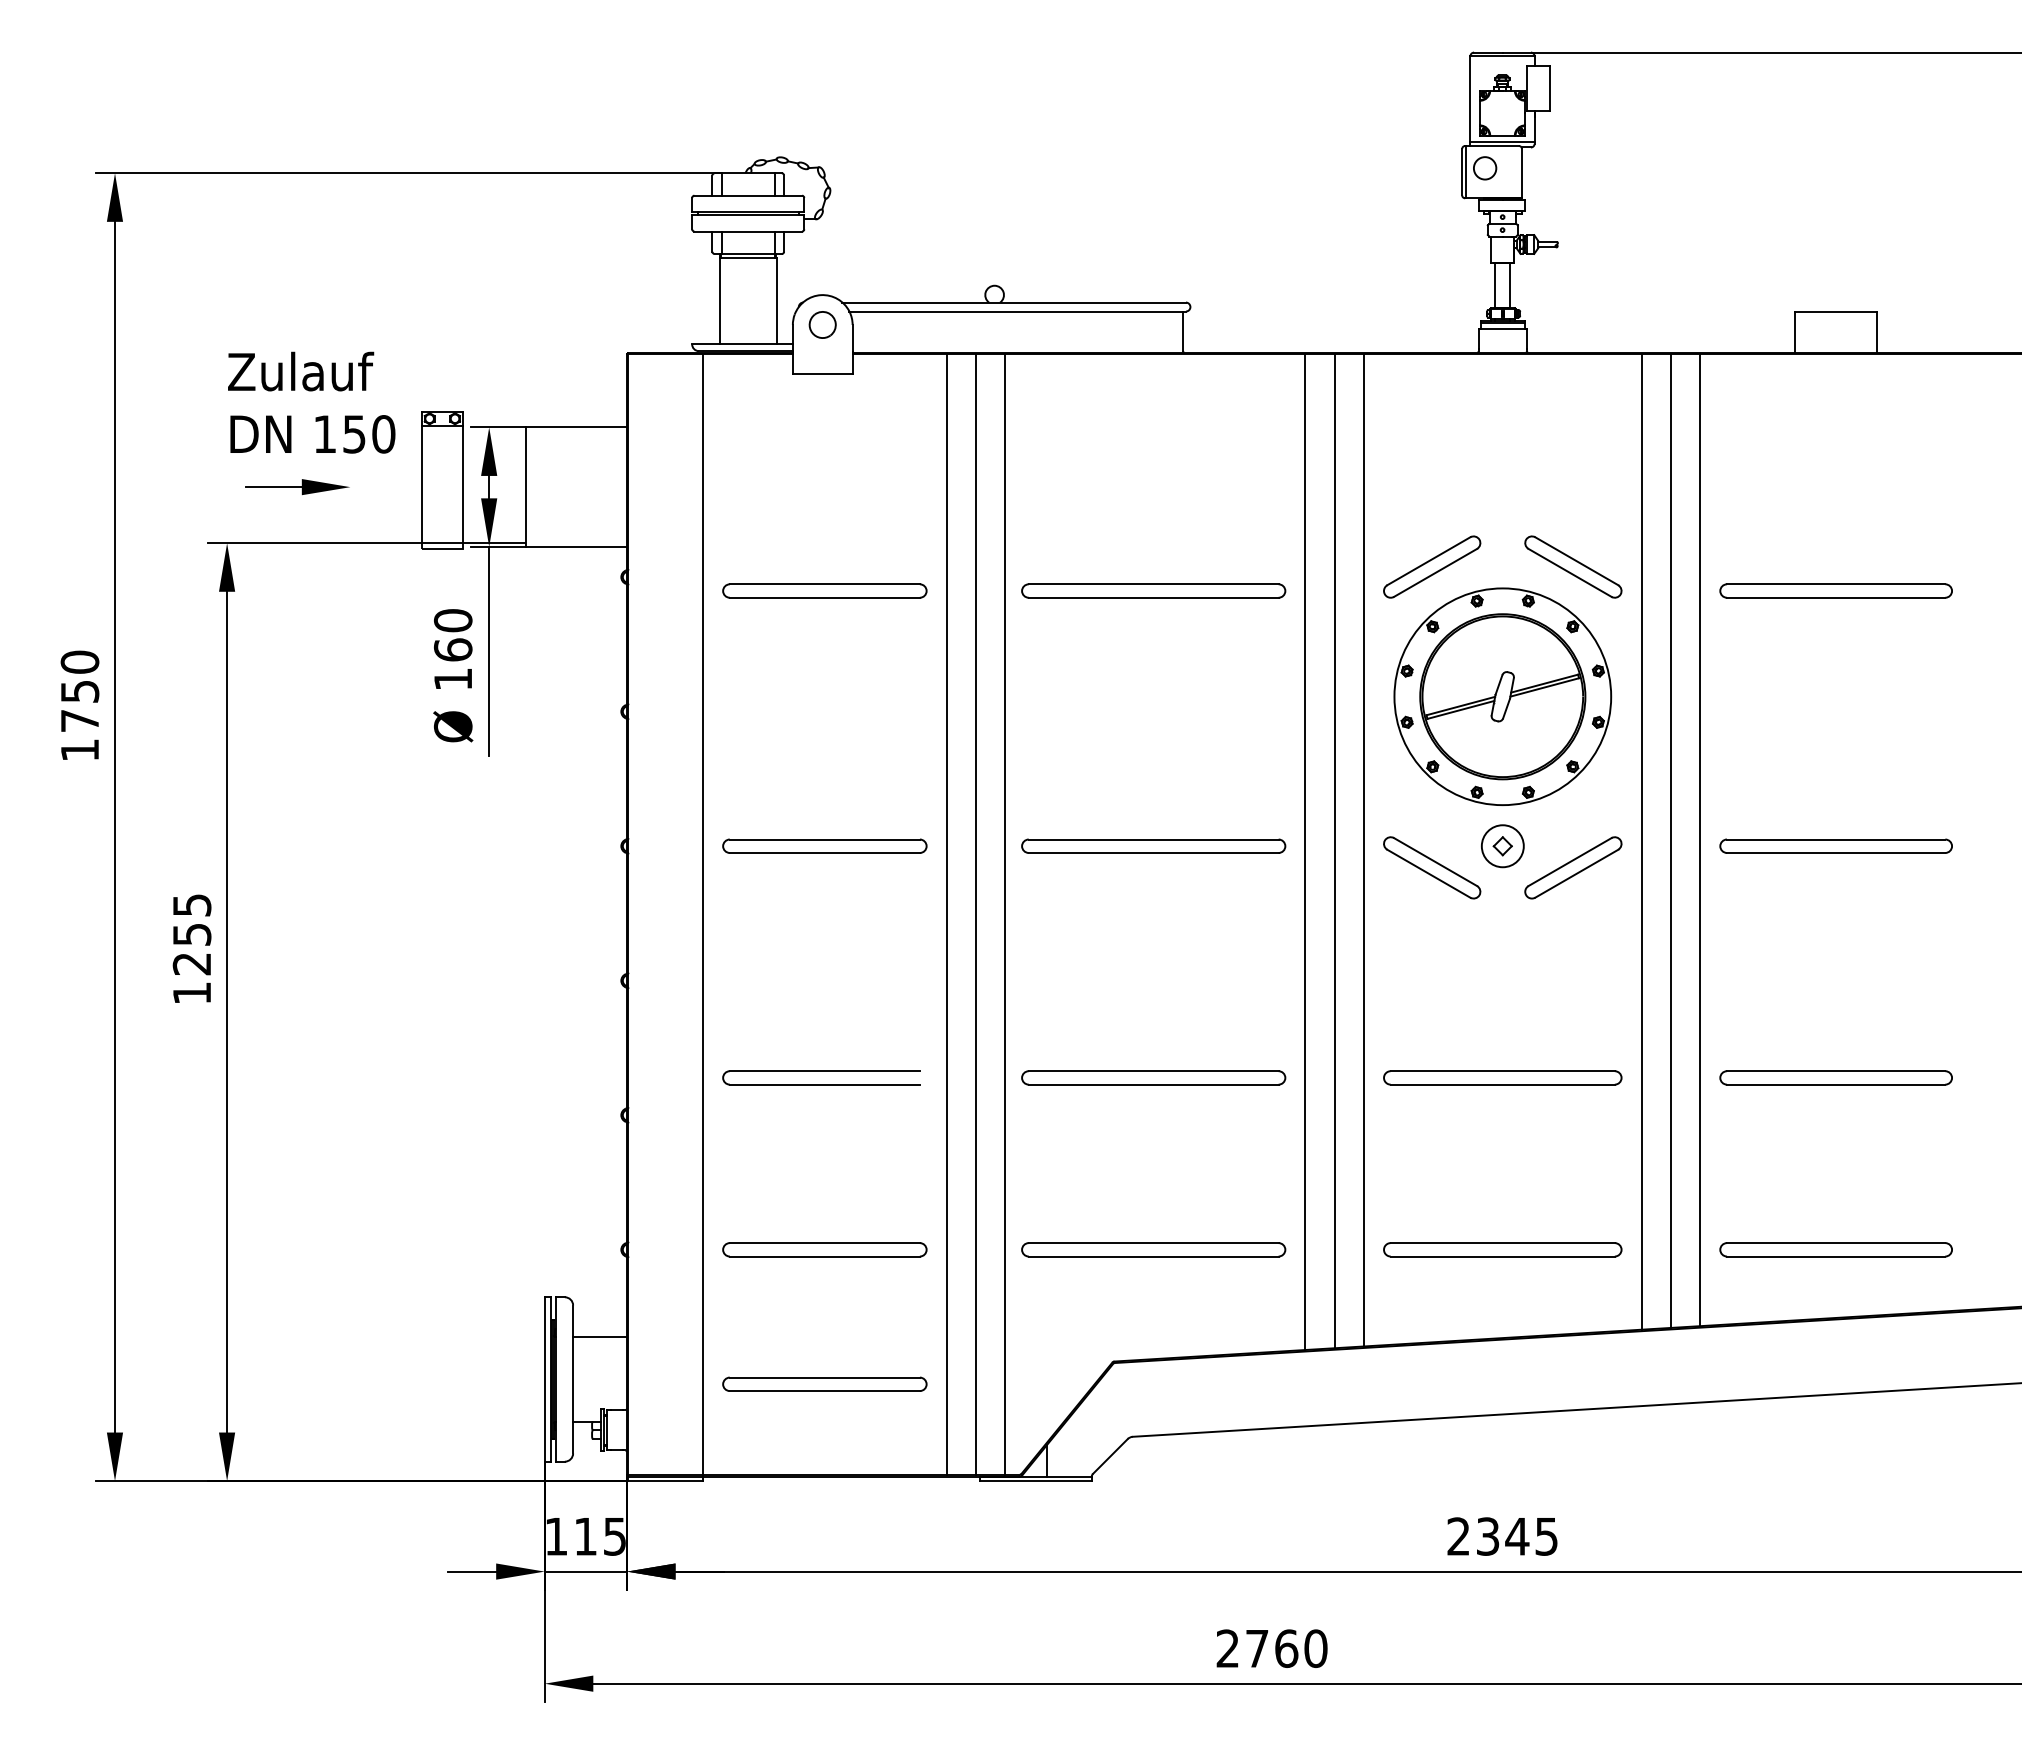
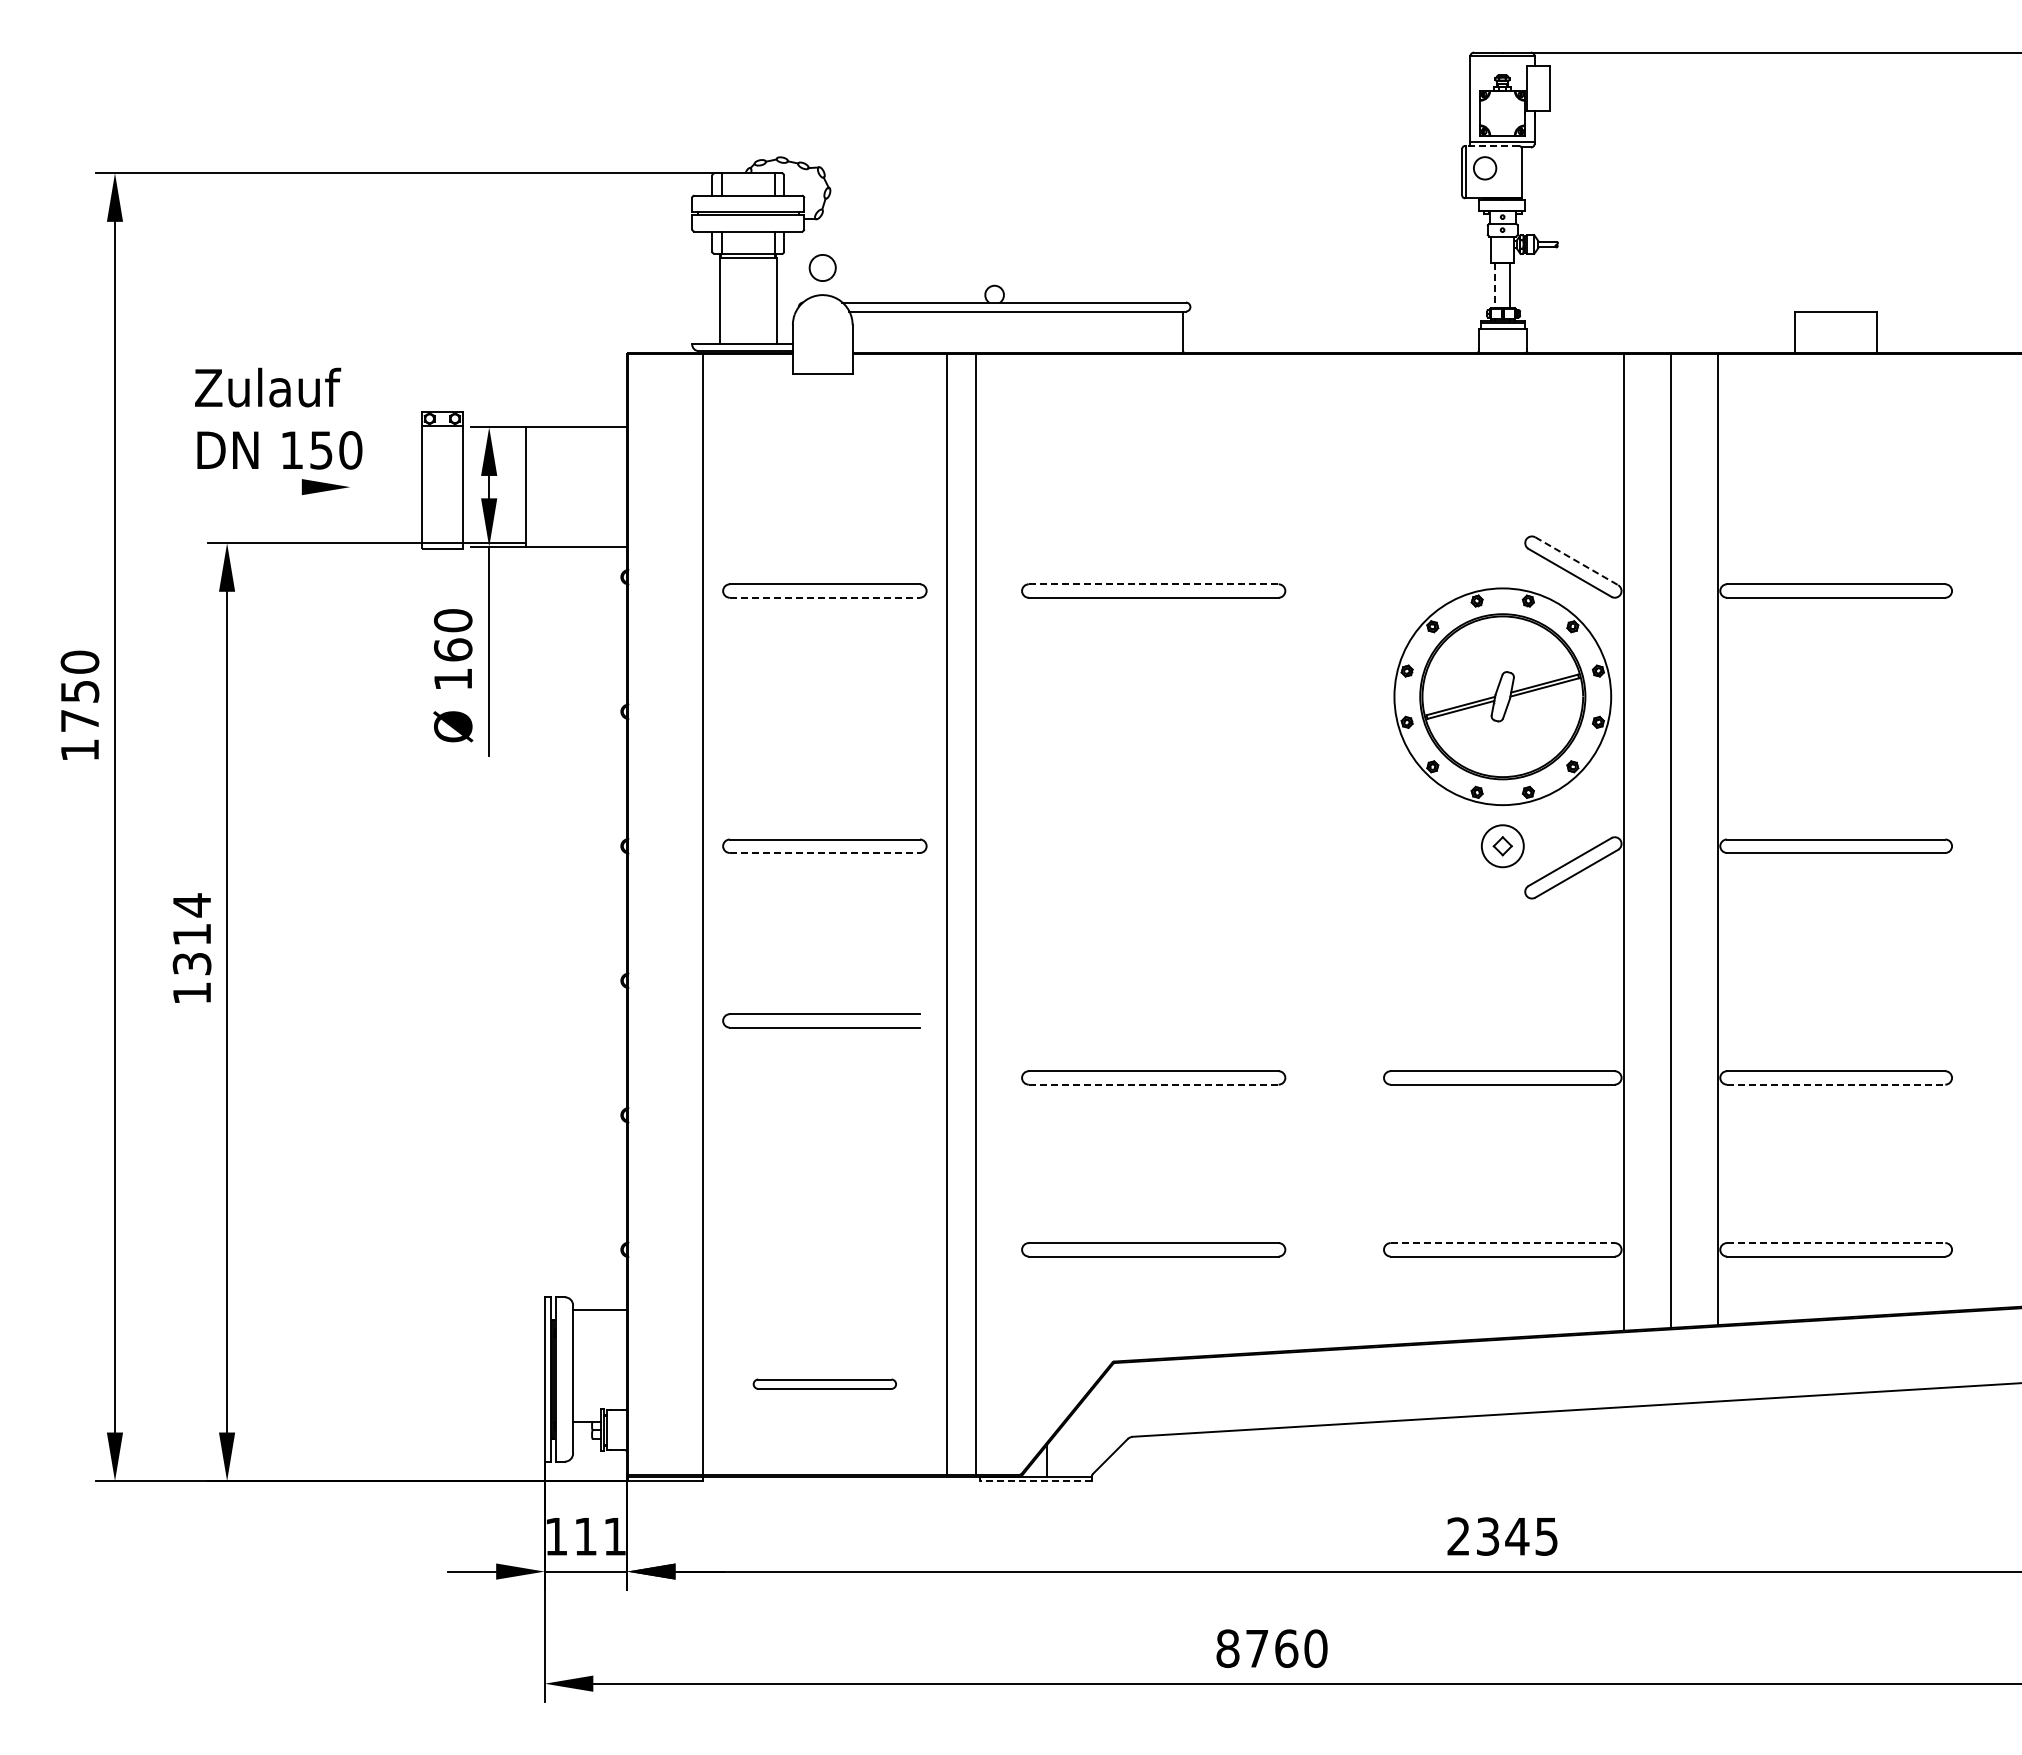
line at (1492, 146): solid -> dashed
line at (1495, 285): solid -> dashed
part at (822, 324) position: (822, 324) -> (822, 267)
text at (311, 402) position: (311, 402) -> (278, 418)
line at (273, 487): present -> none
line at (1576, 561): solid -> dashed
part at (1432, 566): present -> none
line at (1153, 584): solid -> dashed
line at (825, 597): solid -> dashed
line at (1700, 840) position: (1700, 840) -> (1718, 840)
line at (1641, 841) position: (1641, 841) -> (1623, 841)
part at (1153, 845): present -> none
line at (1364, 850): present -> none
line at (1334, 851): present -> none
line at (825, 852): solid -> dashed
line at (1305, 852): present -> none
part at (1432, 867): present -> none
line at (1005, 914): present -> none
text at (192, 934): 1255 -> 1314
part at (821, 1077) position: (821, 1077) -> (821, 1020)
line at (1153, 1084): solid -> dashed
line at (1836, 1084): solid -> dashed
line at (1503, 1243): solid -> dashed
line at (1836, 1243): solid -> dashed
part at (824, 1249): present -> none
line at (599, 1336) position: (599, 1336) -> (599, 1309)
part at (824, 1383) size: 206x16 px -> 145x12 px
line at (1035, 1481): solid -> dashed
text at (614, 1536): 115 -> 111
text at (1227, 1648): 2760 -> 8760
